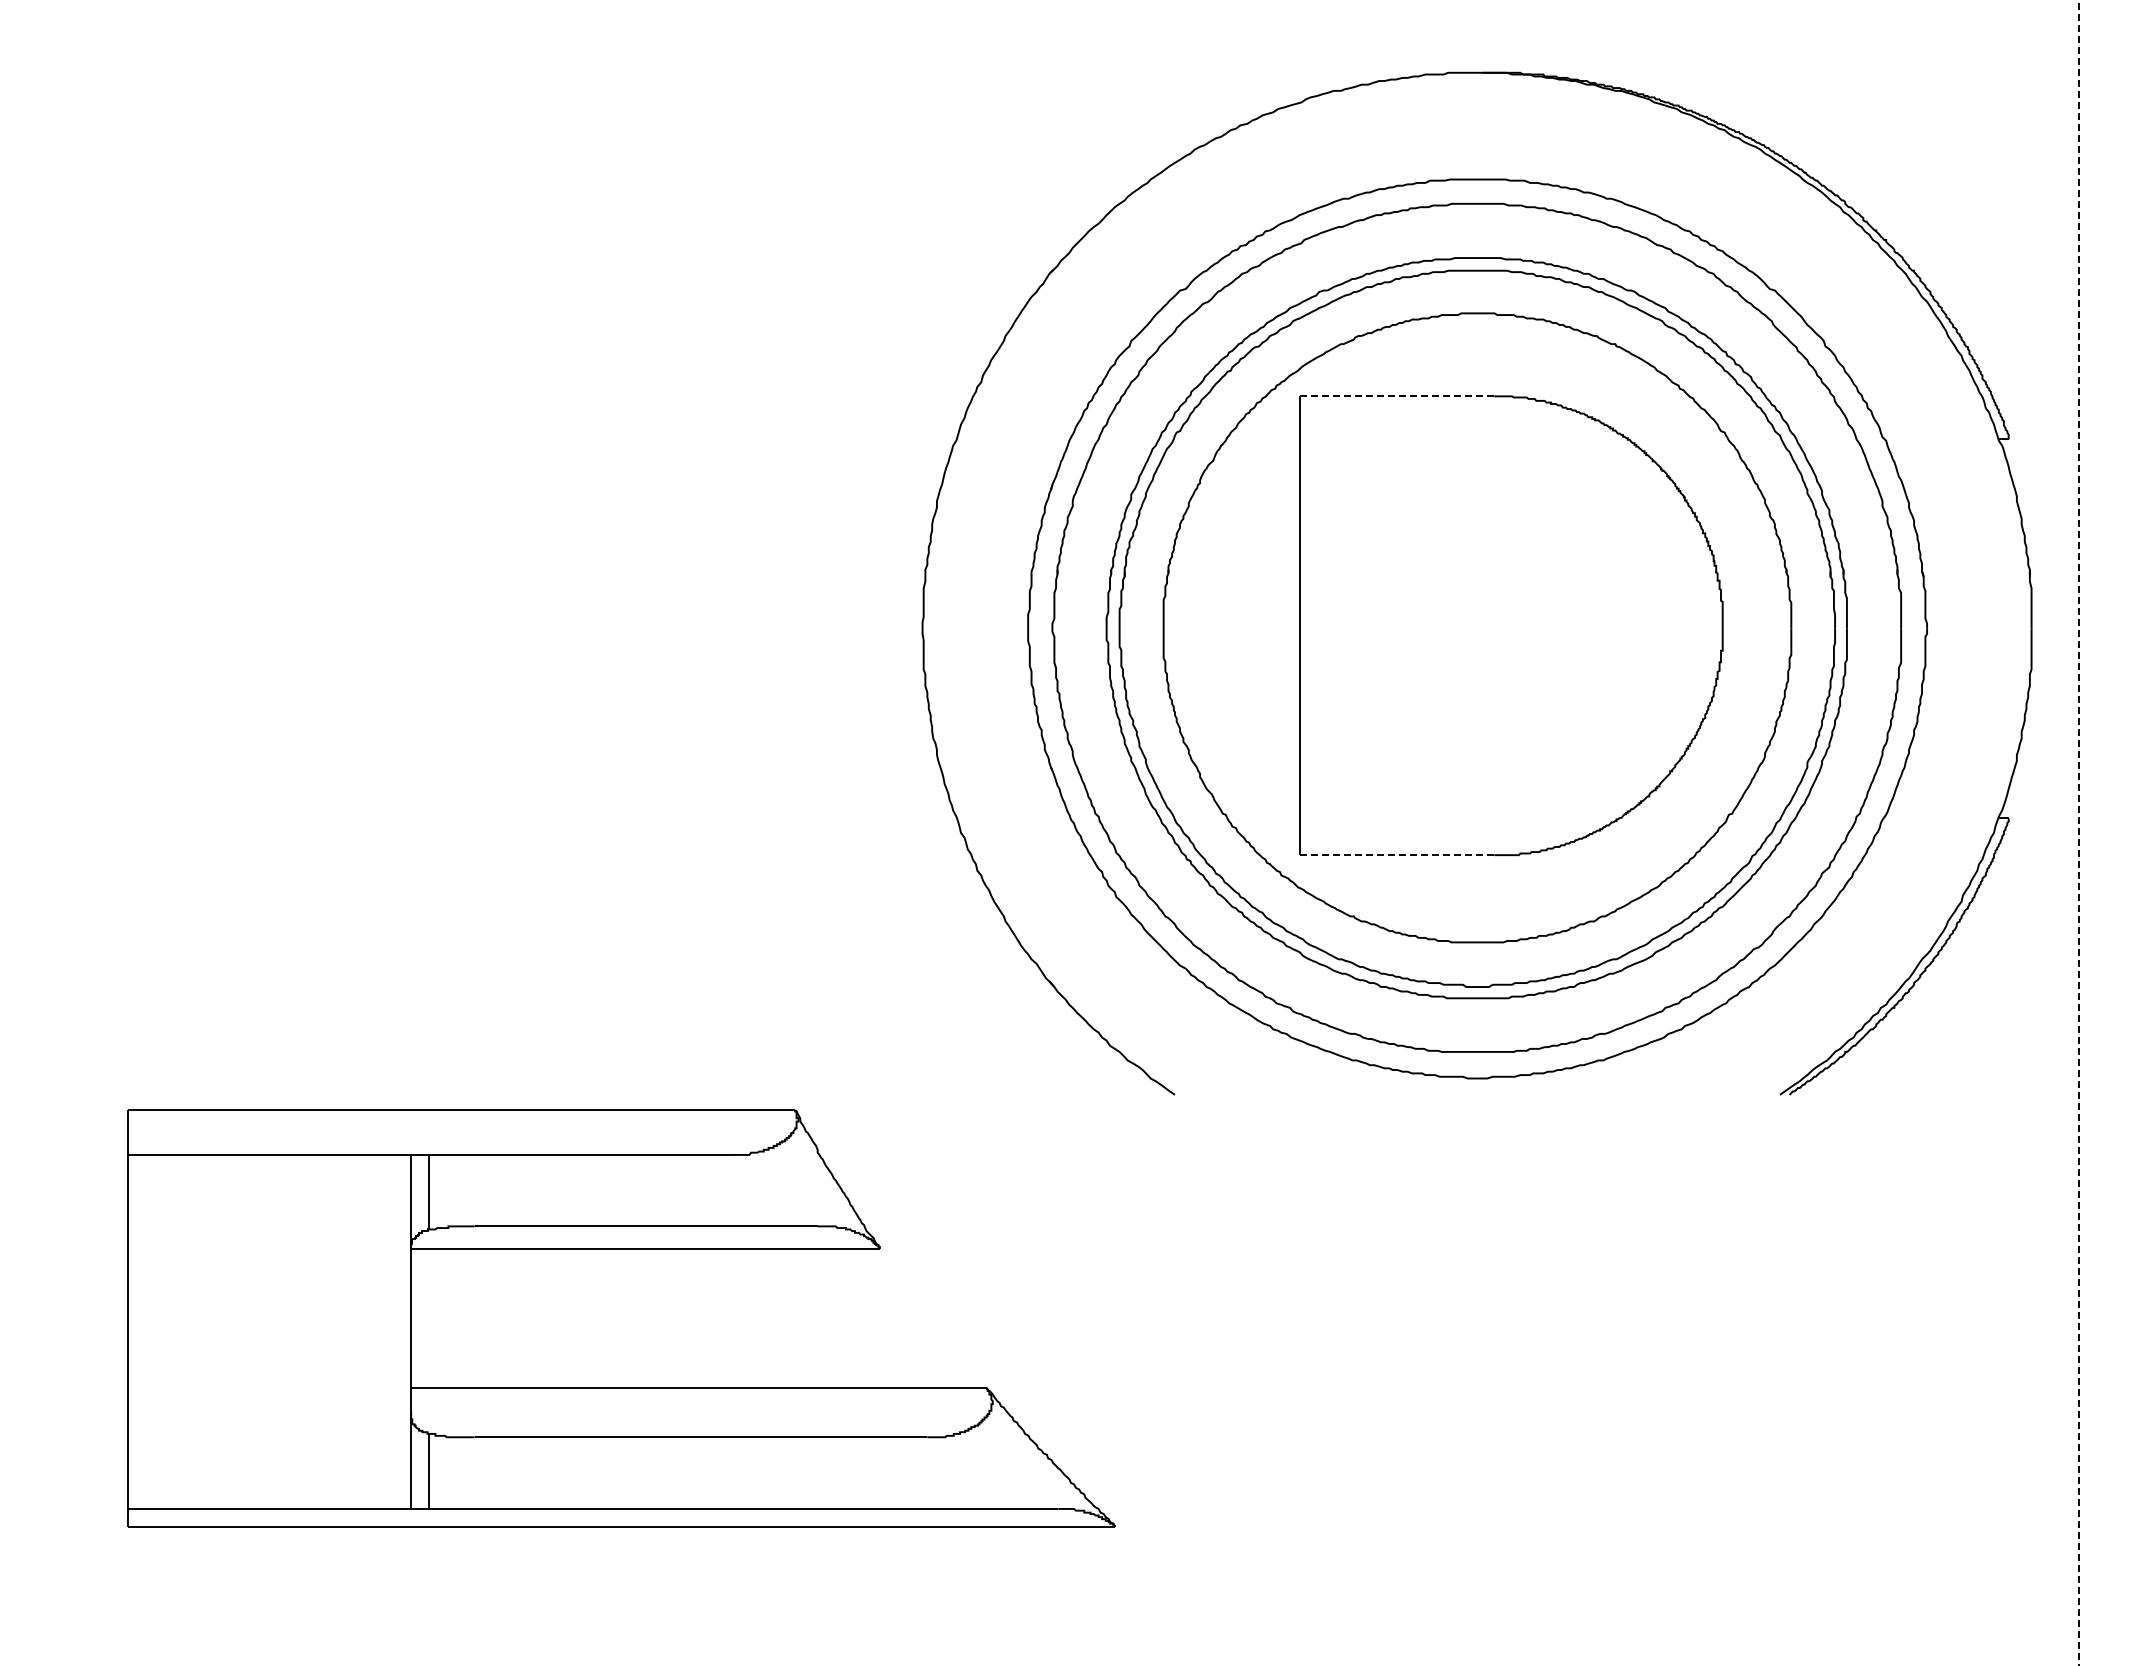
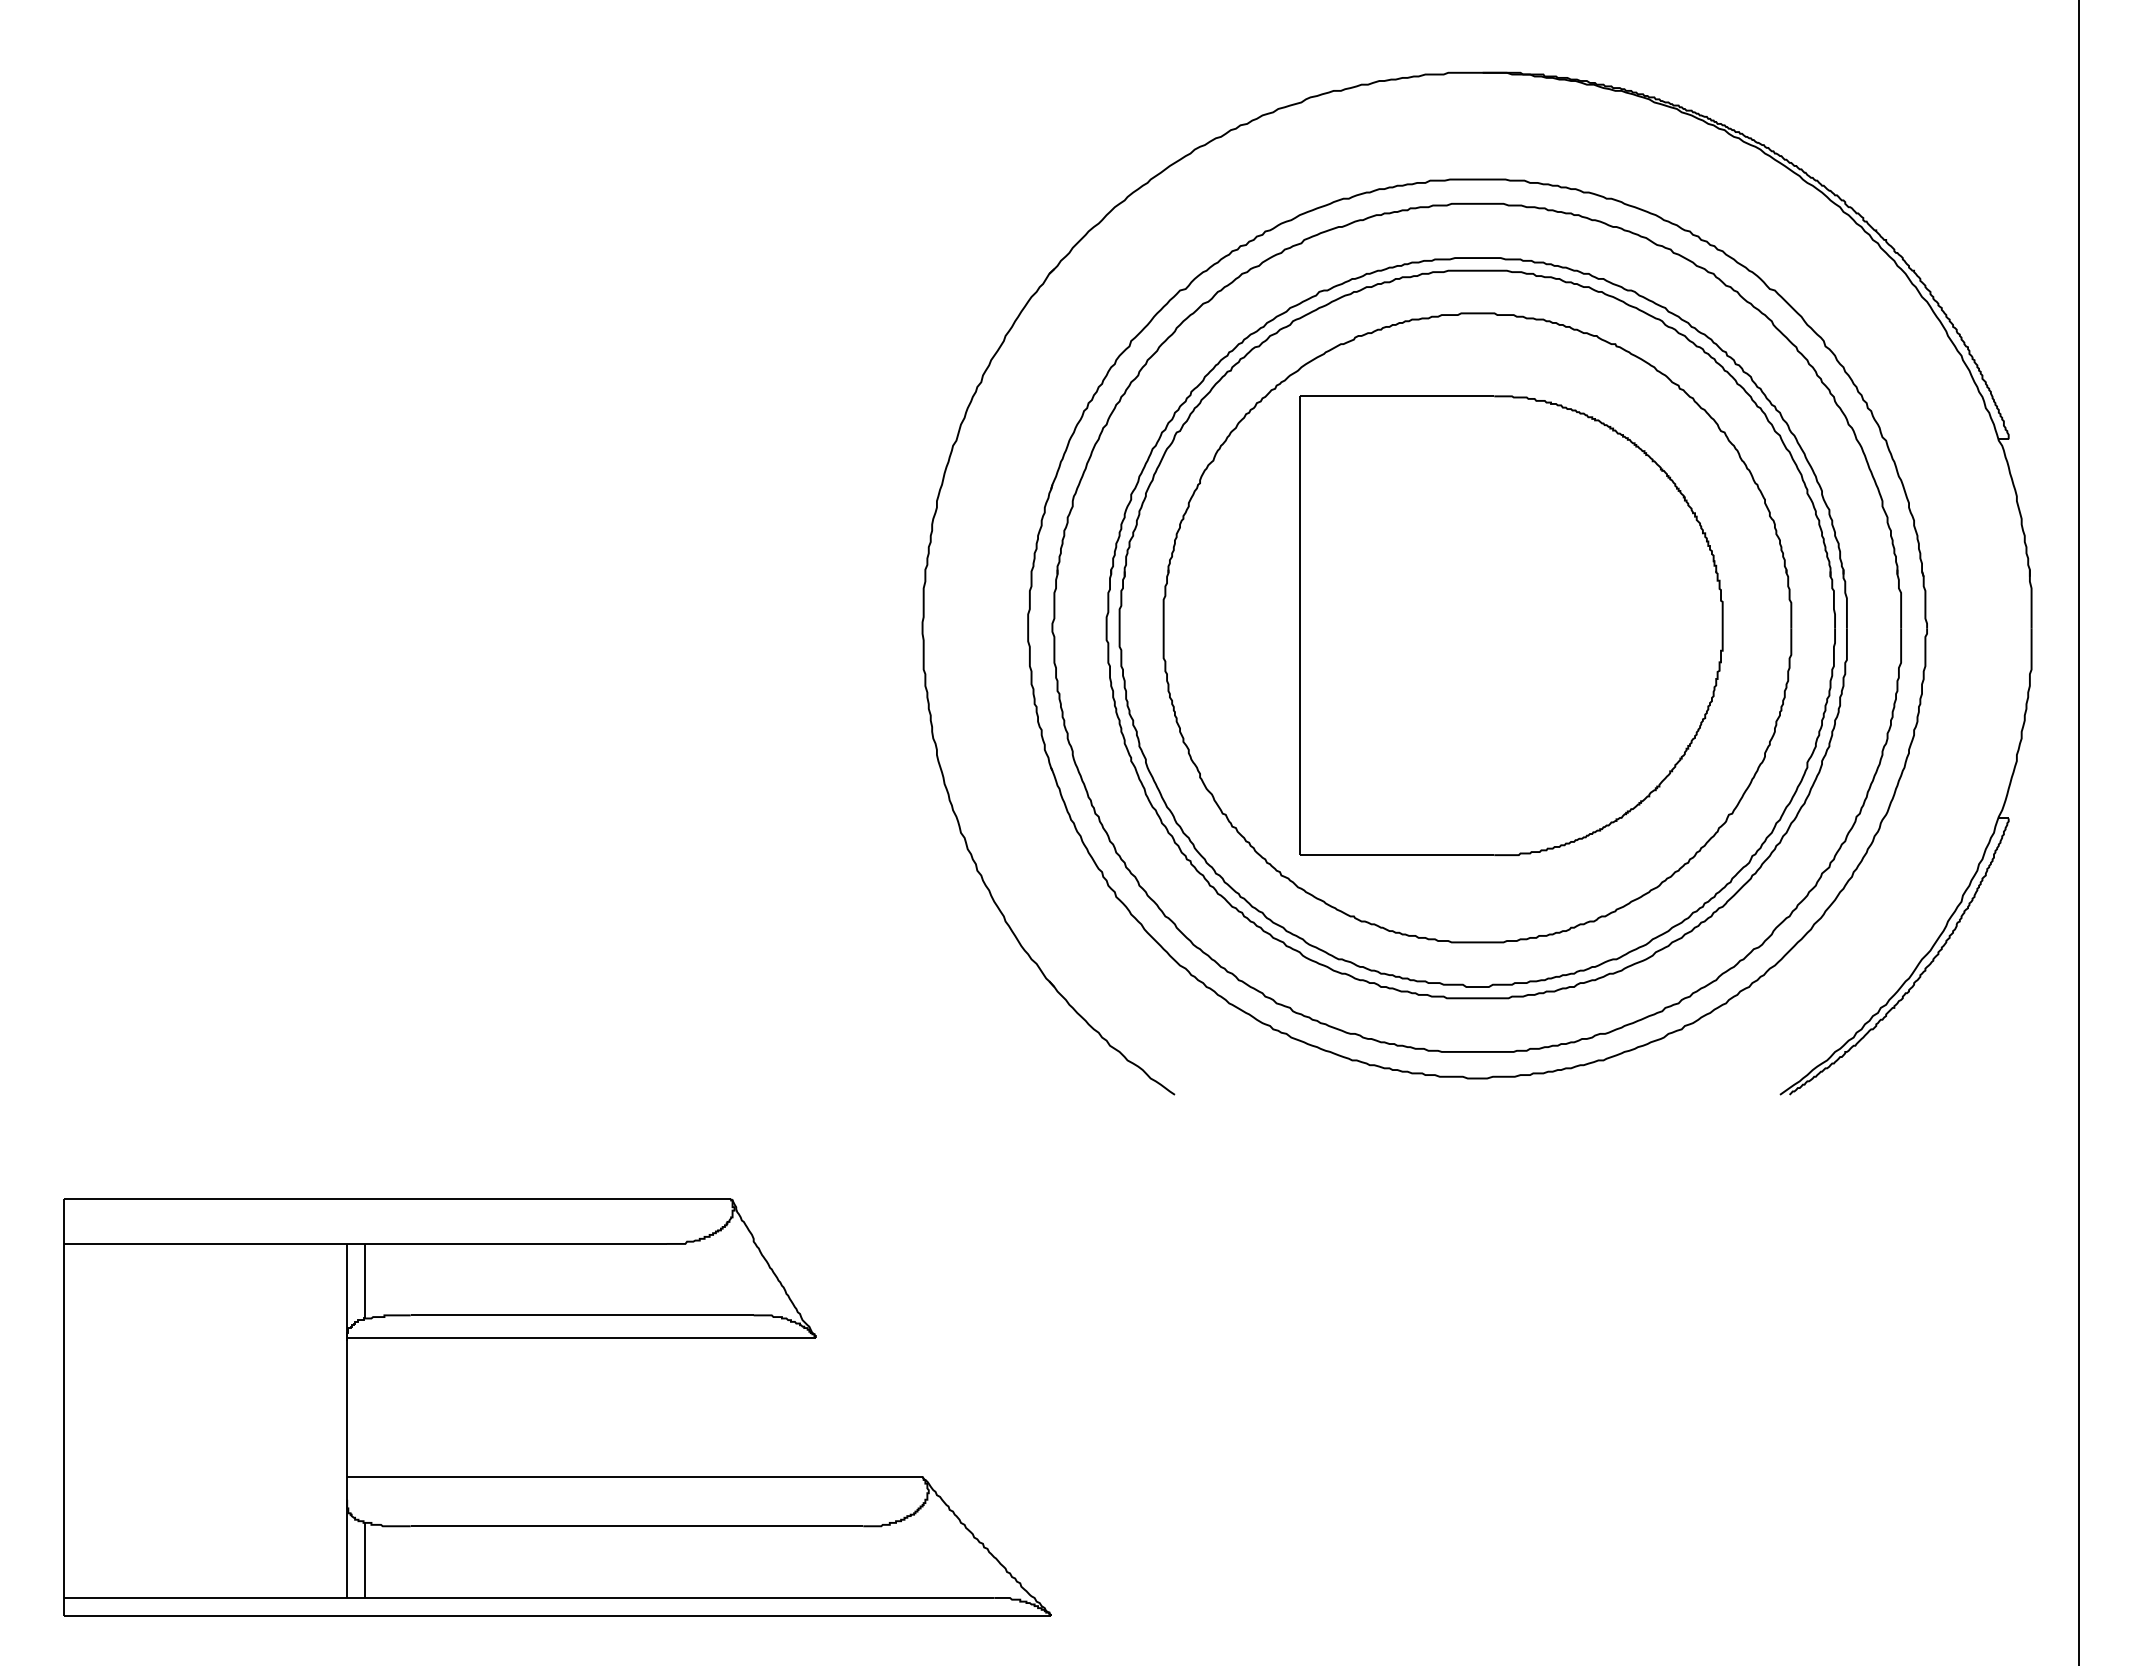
line at (1397, 396): dashed -> solid
line at (2078, 833): dashed -> solid
line at (1397, 855): dashed -> solid
part at (621, 1249) position: (621, 1249) -> (557, 1338)
